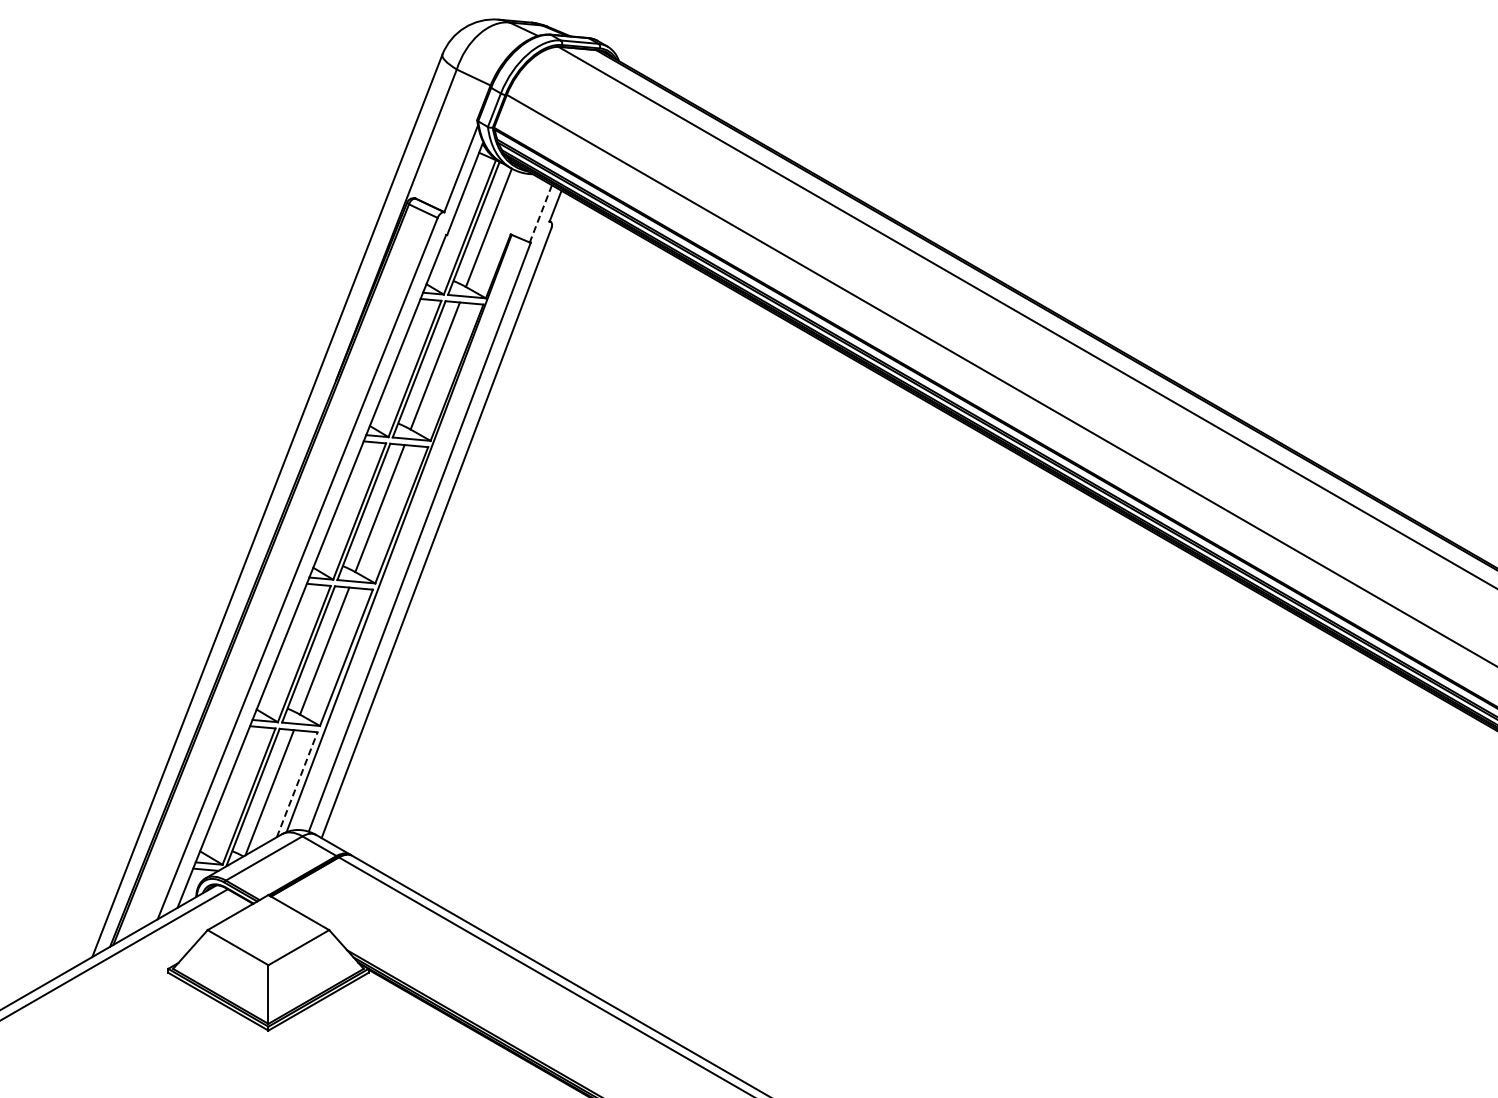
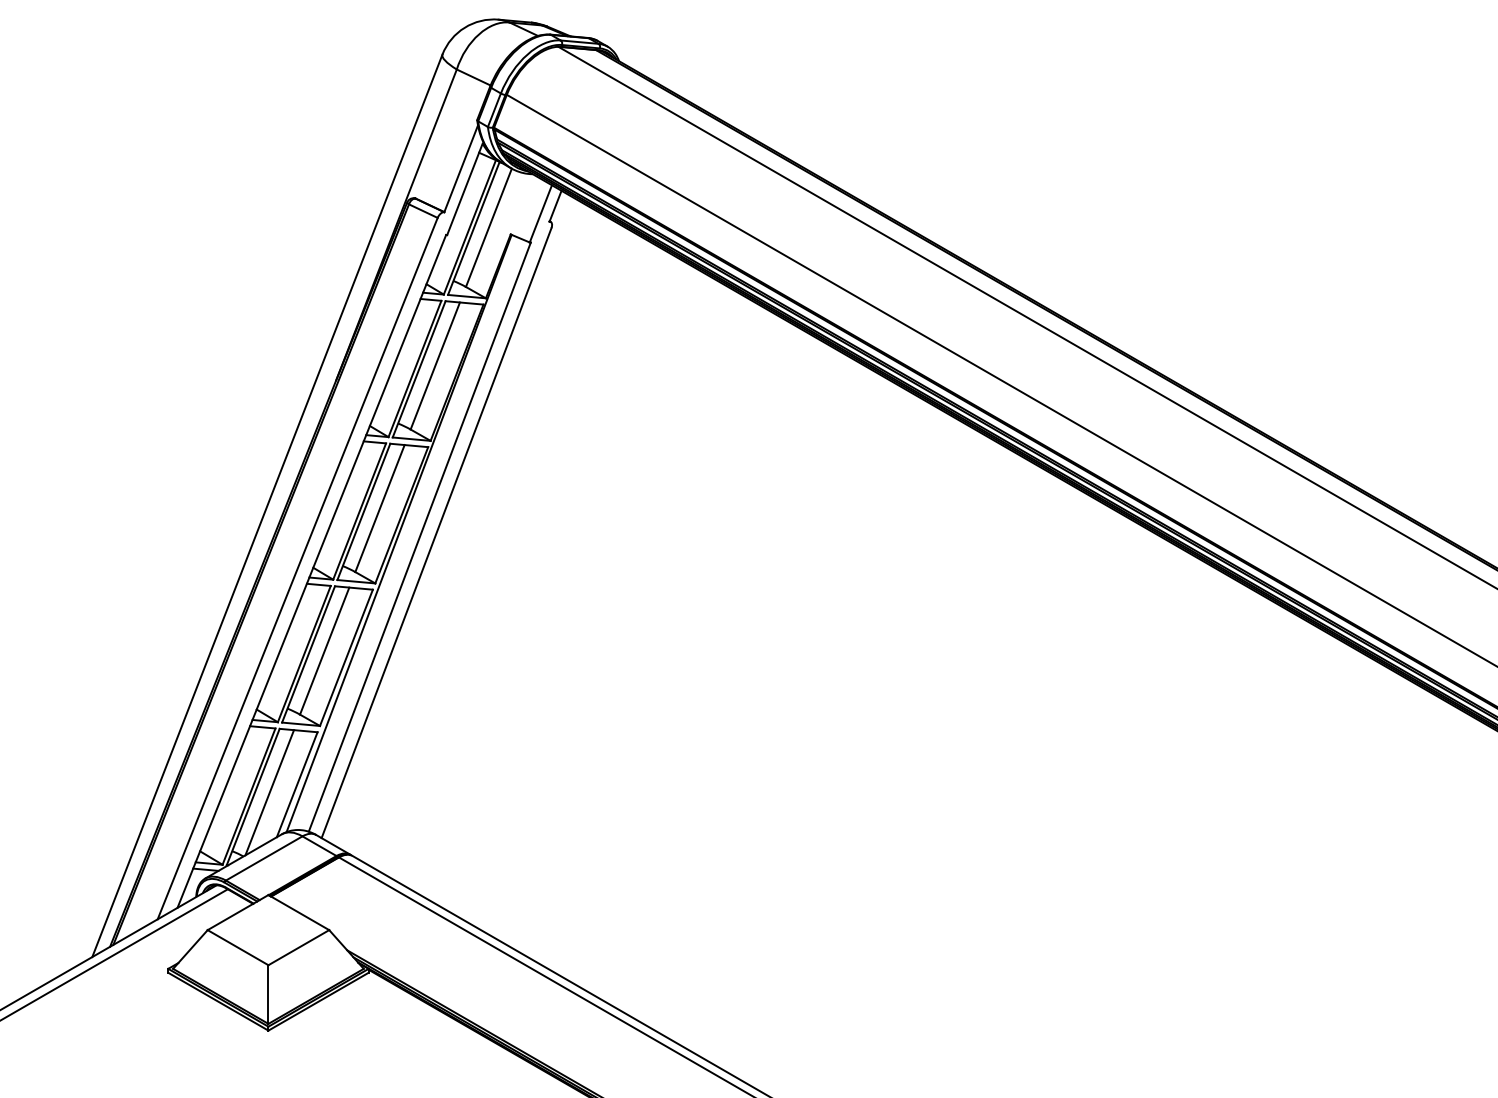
line at (540, 213): dashed -> solid
line at (297, 784): dashed -> solid
